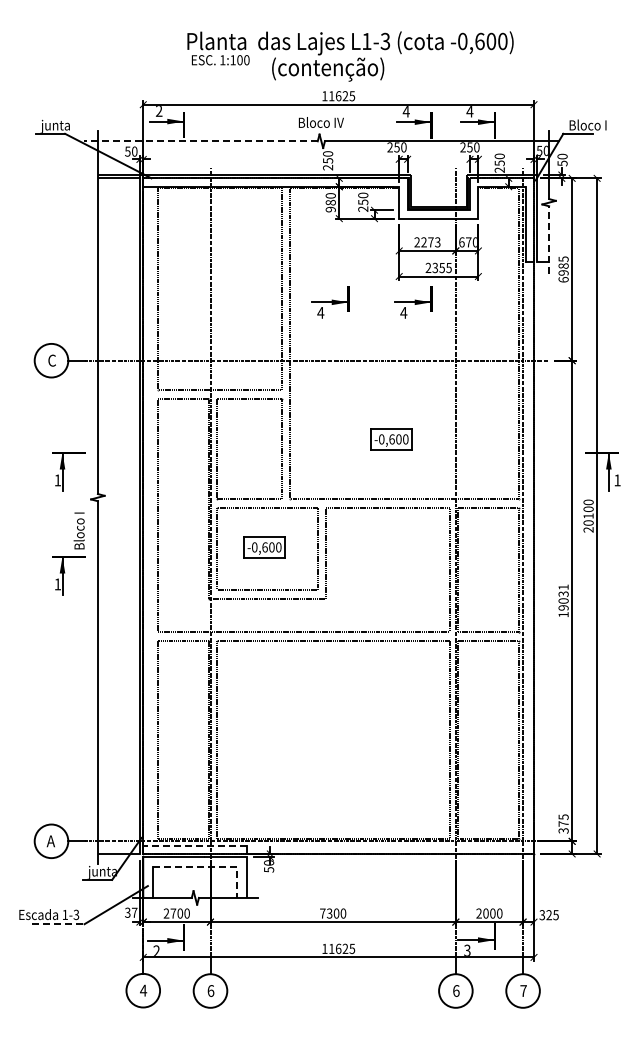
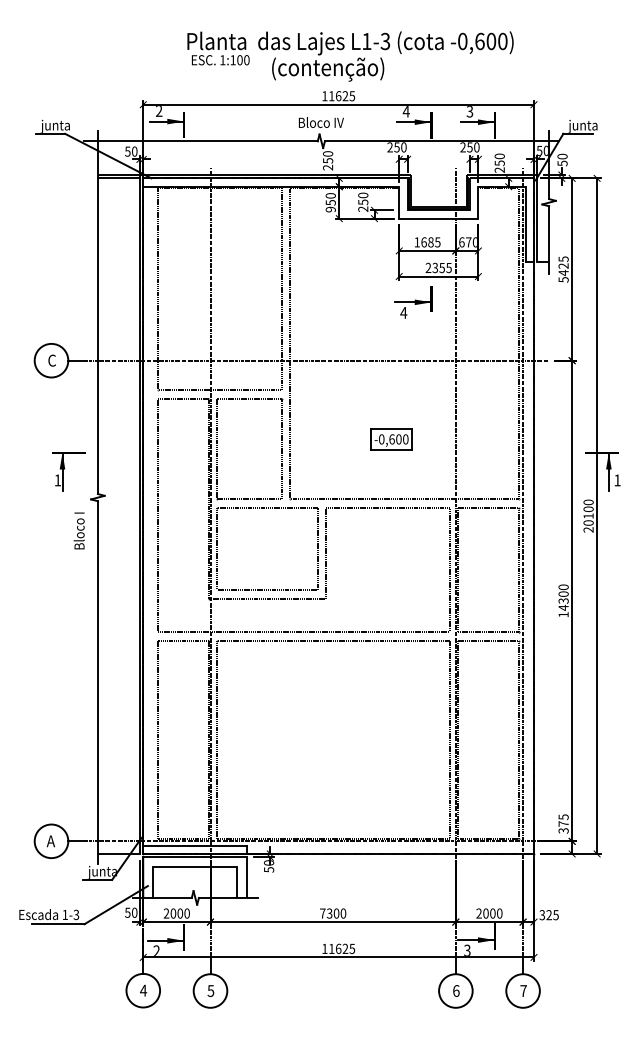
text at (469, 111): 4 -> 3
text at (587, 125): Bloco I -> junta
line at (200, 141): dashed -> solid
text at (330, 202): 980 -> 950
line at (549, 240): dashed -> solid
text at (427, 242): 2273 -> 1685
text at (563, 272): 6985 -> 5425
part at (330, 302): present -> none
part at (264, 547): present -> none
part at (68, 575): present -> none
text at (563, 597): 19031 -> 14300
line at (194, 845): dashed -> solid
line at (211, 867): dashed -> solid
text at (131, 912): 37 -> 50
text at (173, 913): 2700 -> 2000
line at (59, 924): dashed -> solid
text at (210, 990): 6 -> 5
